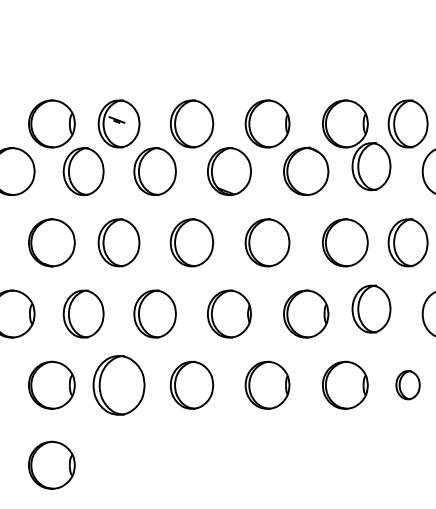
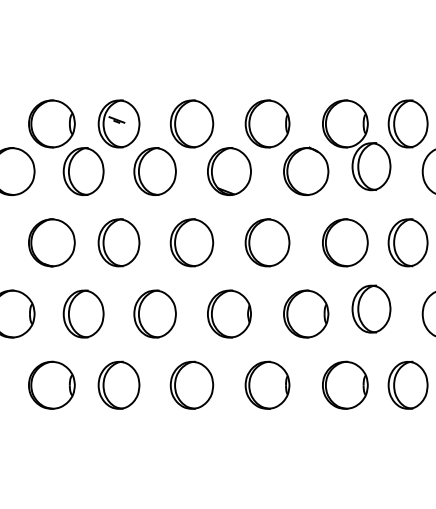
part at (118, 385) size: 54x61 px -> 44x50 px
part at (407, 385) size: 26x31 px -> 42x50 px
part at (51, 464): present -> none
